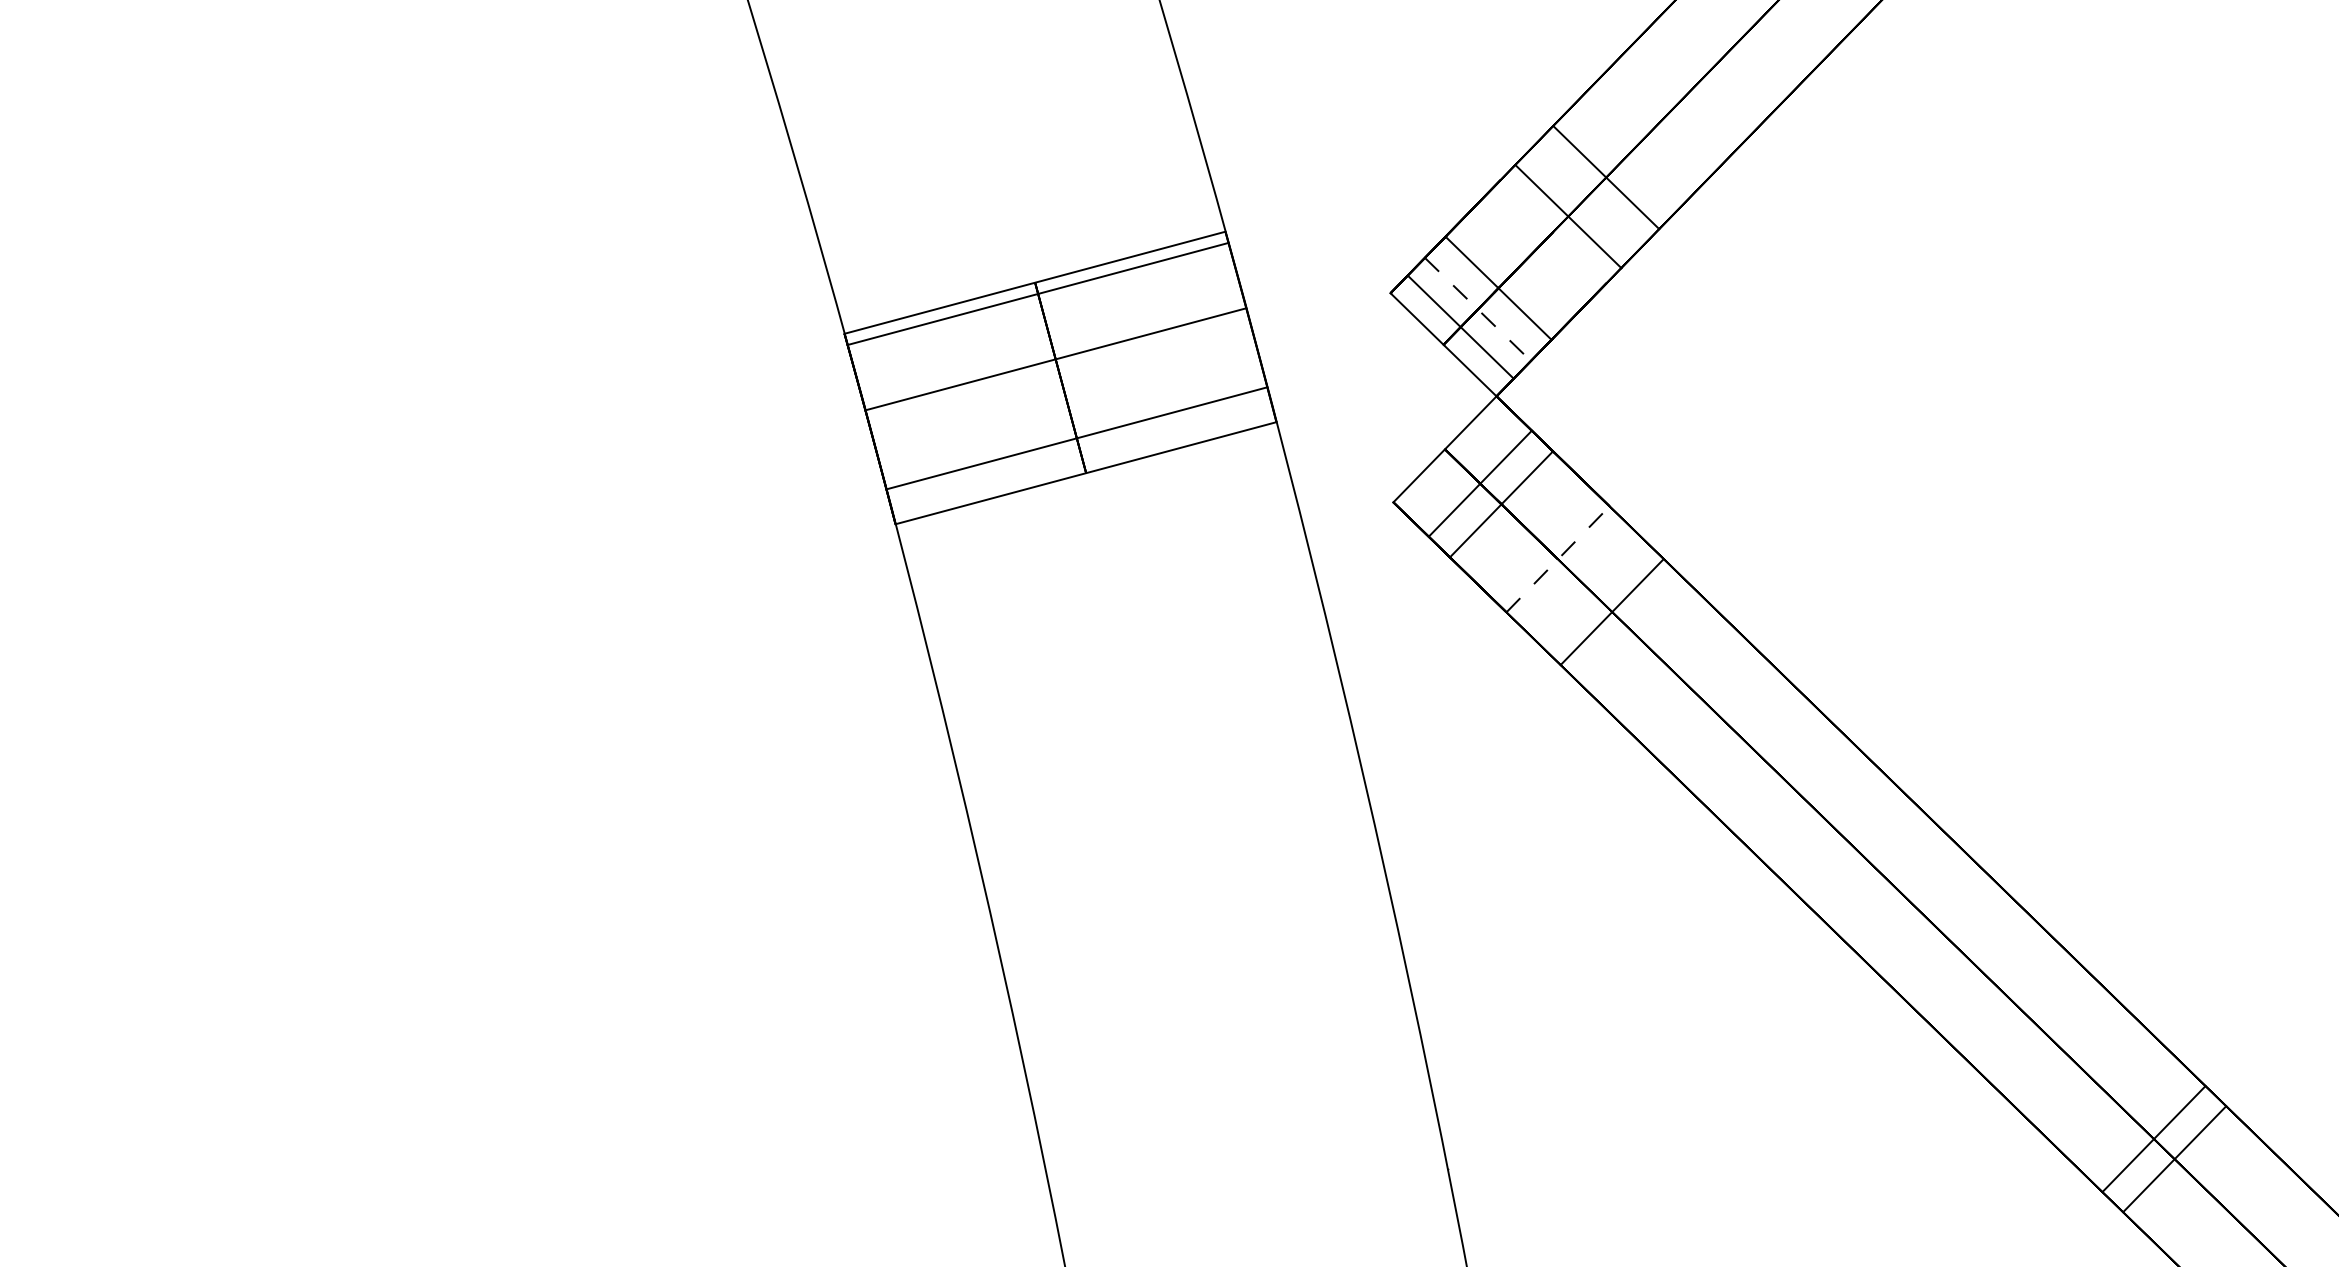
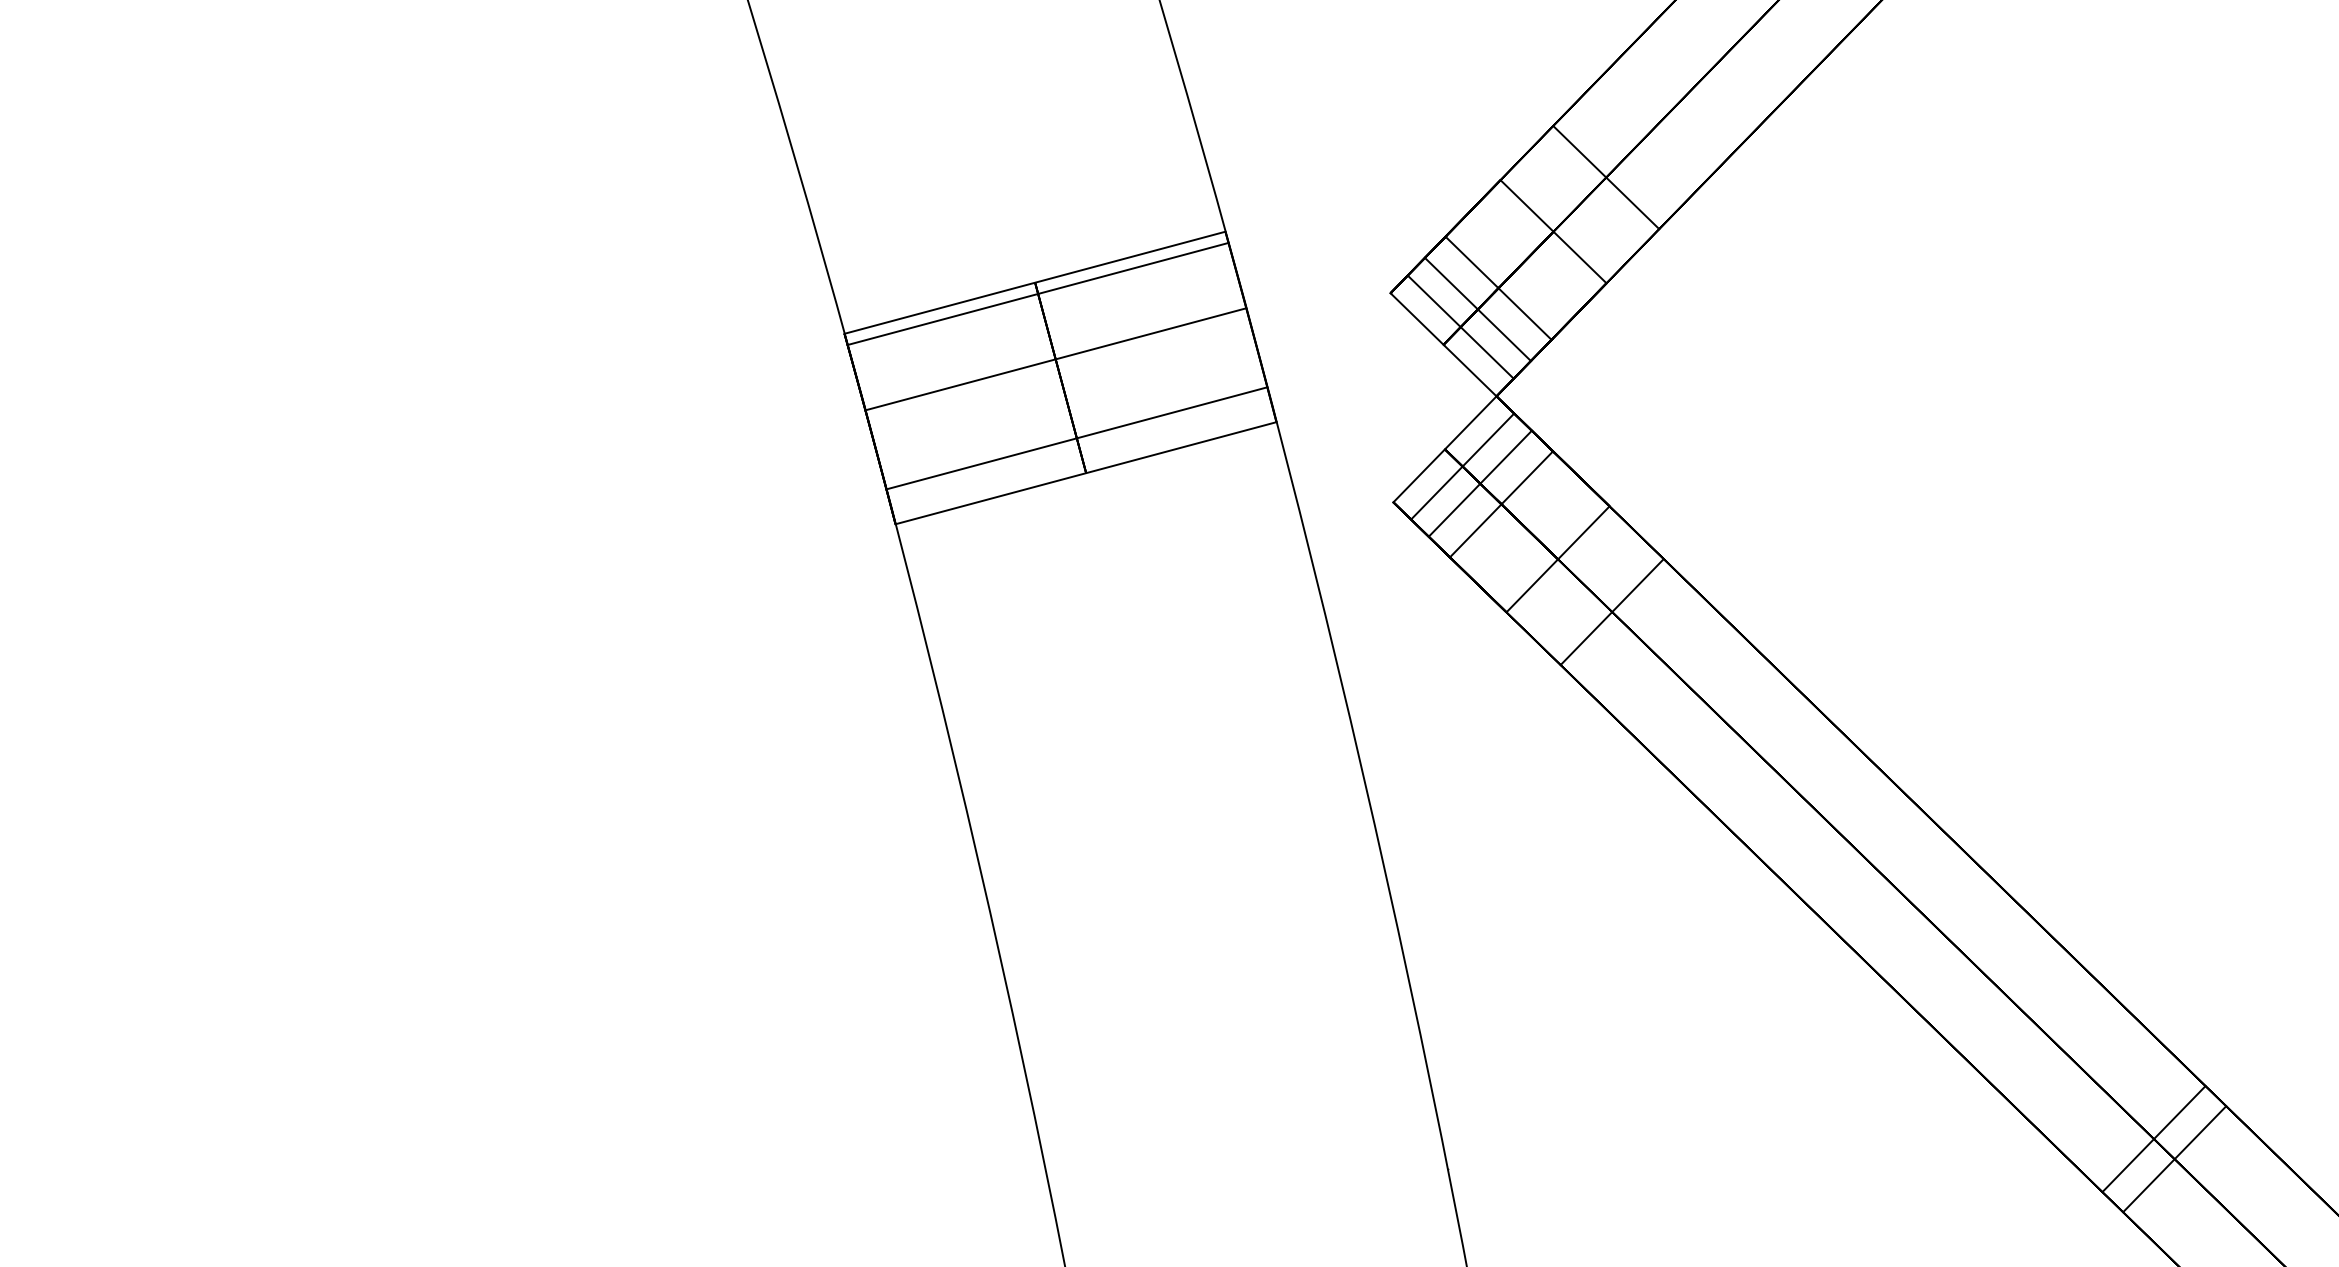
line at (1568, 216) position: (1568, 216) -> (1553, 231)
line at (1477, 309): dashed -> solid
line at (1462, 466): none -> present
line at (1558, 559): dashed -> solid
